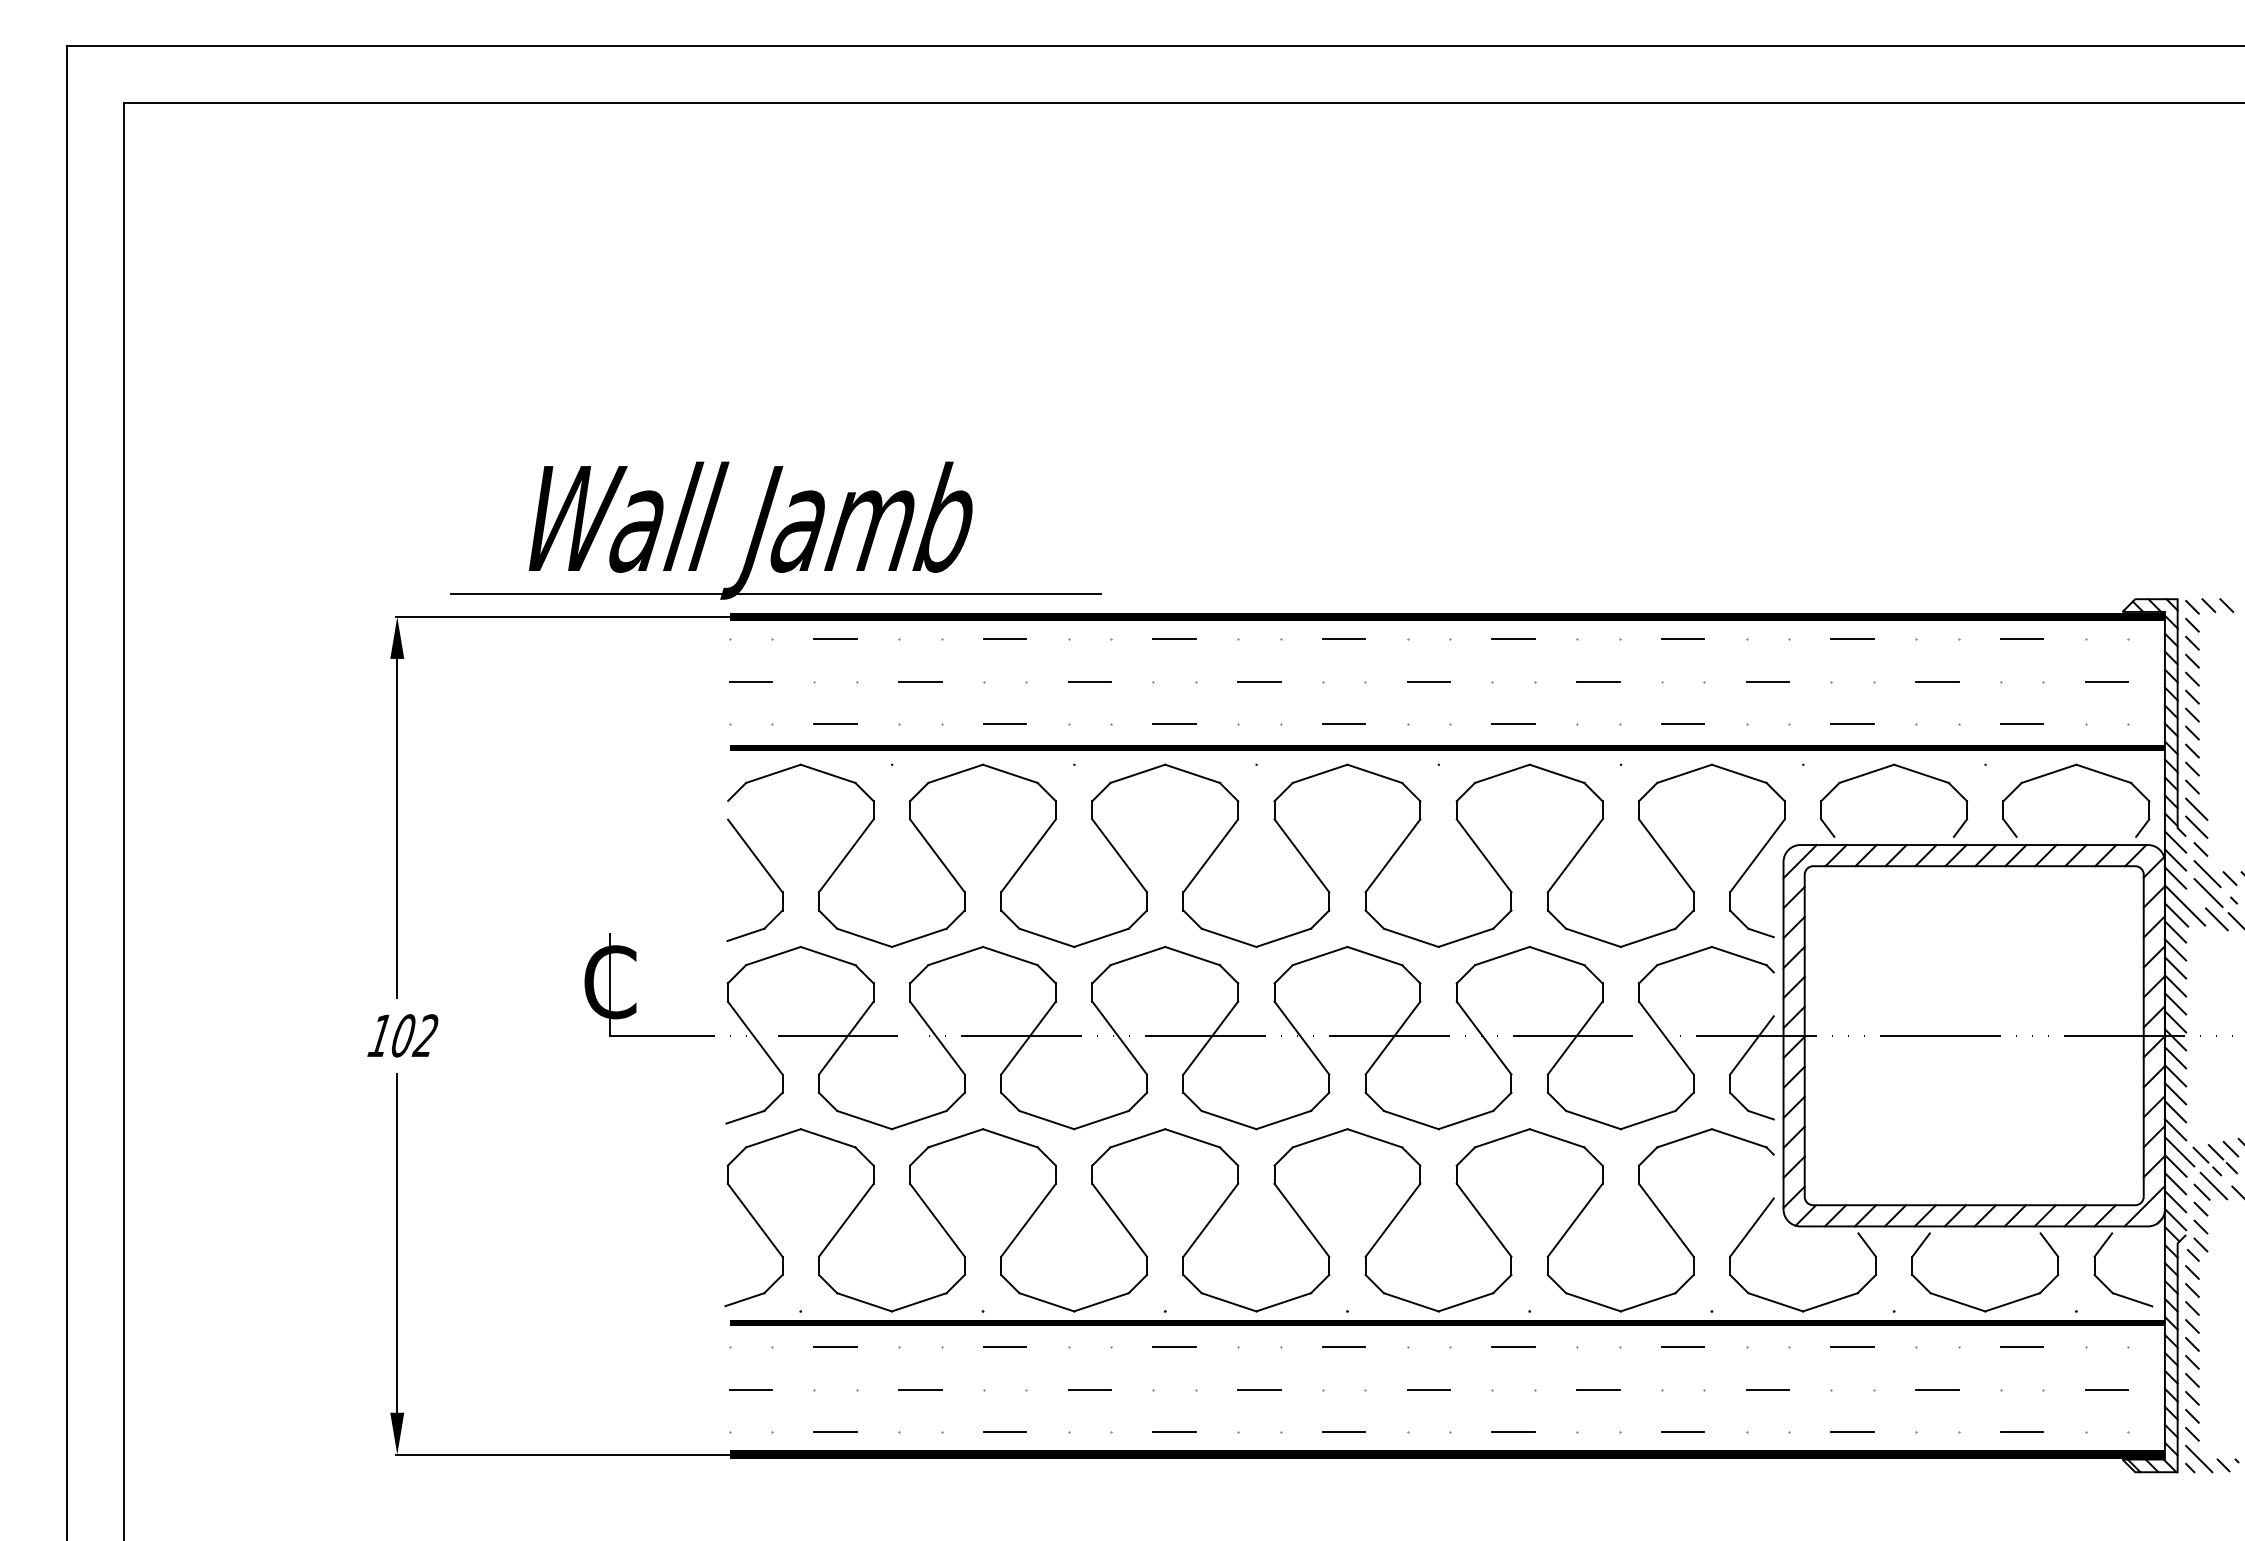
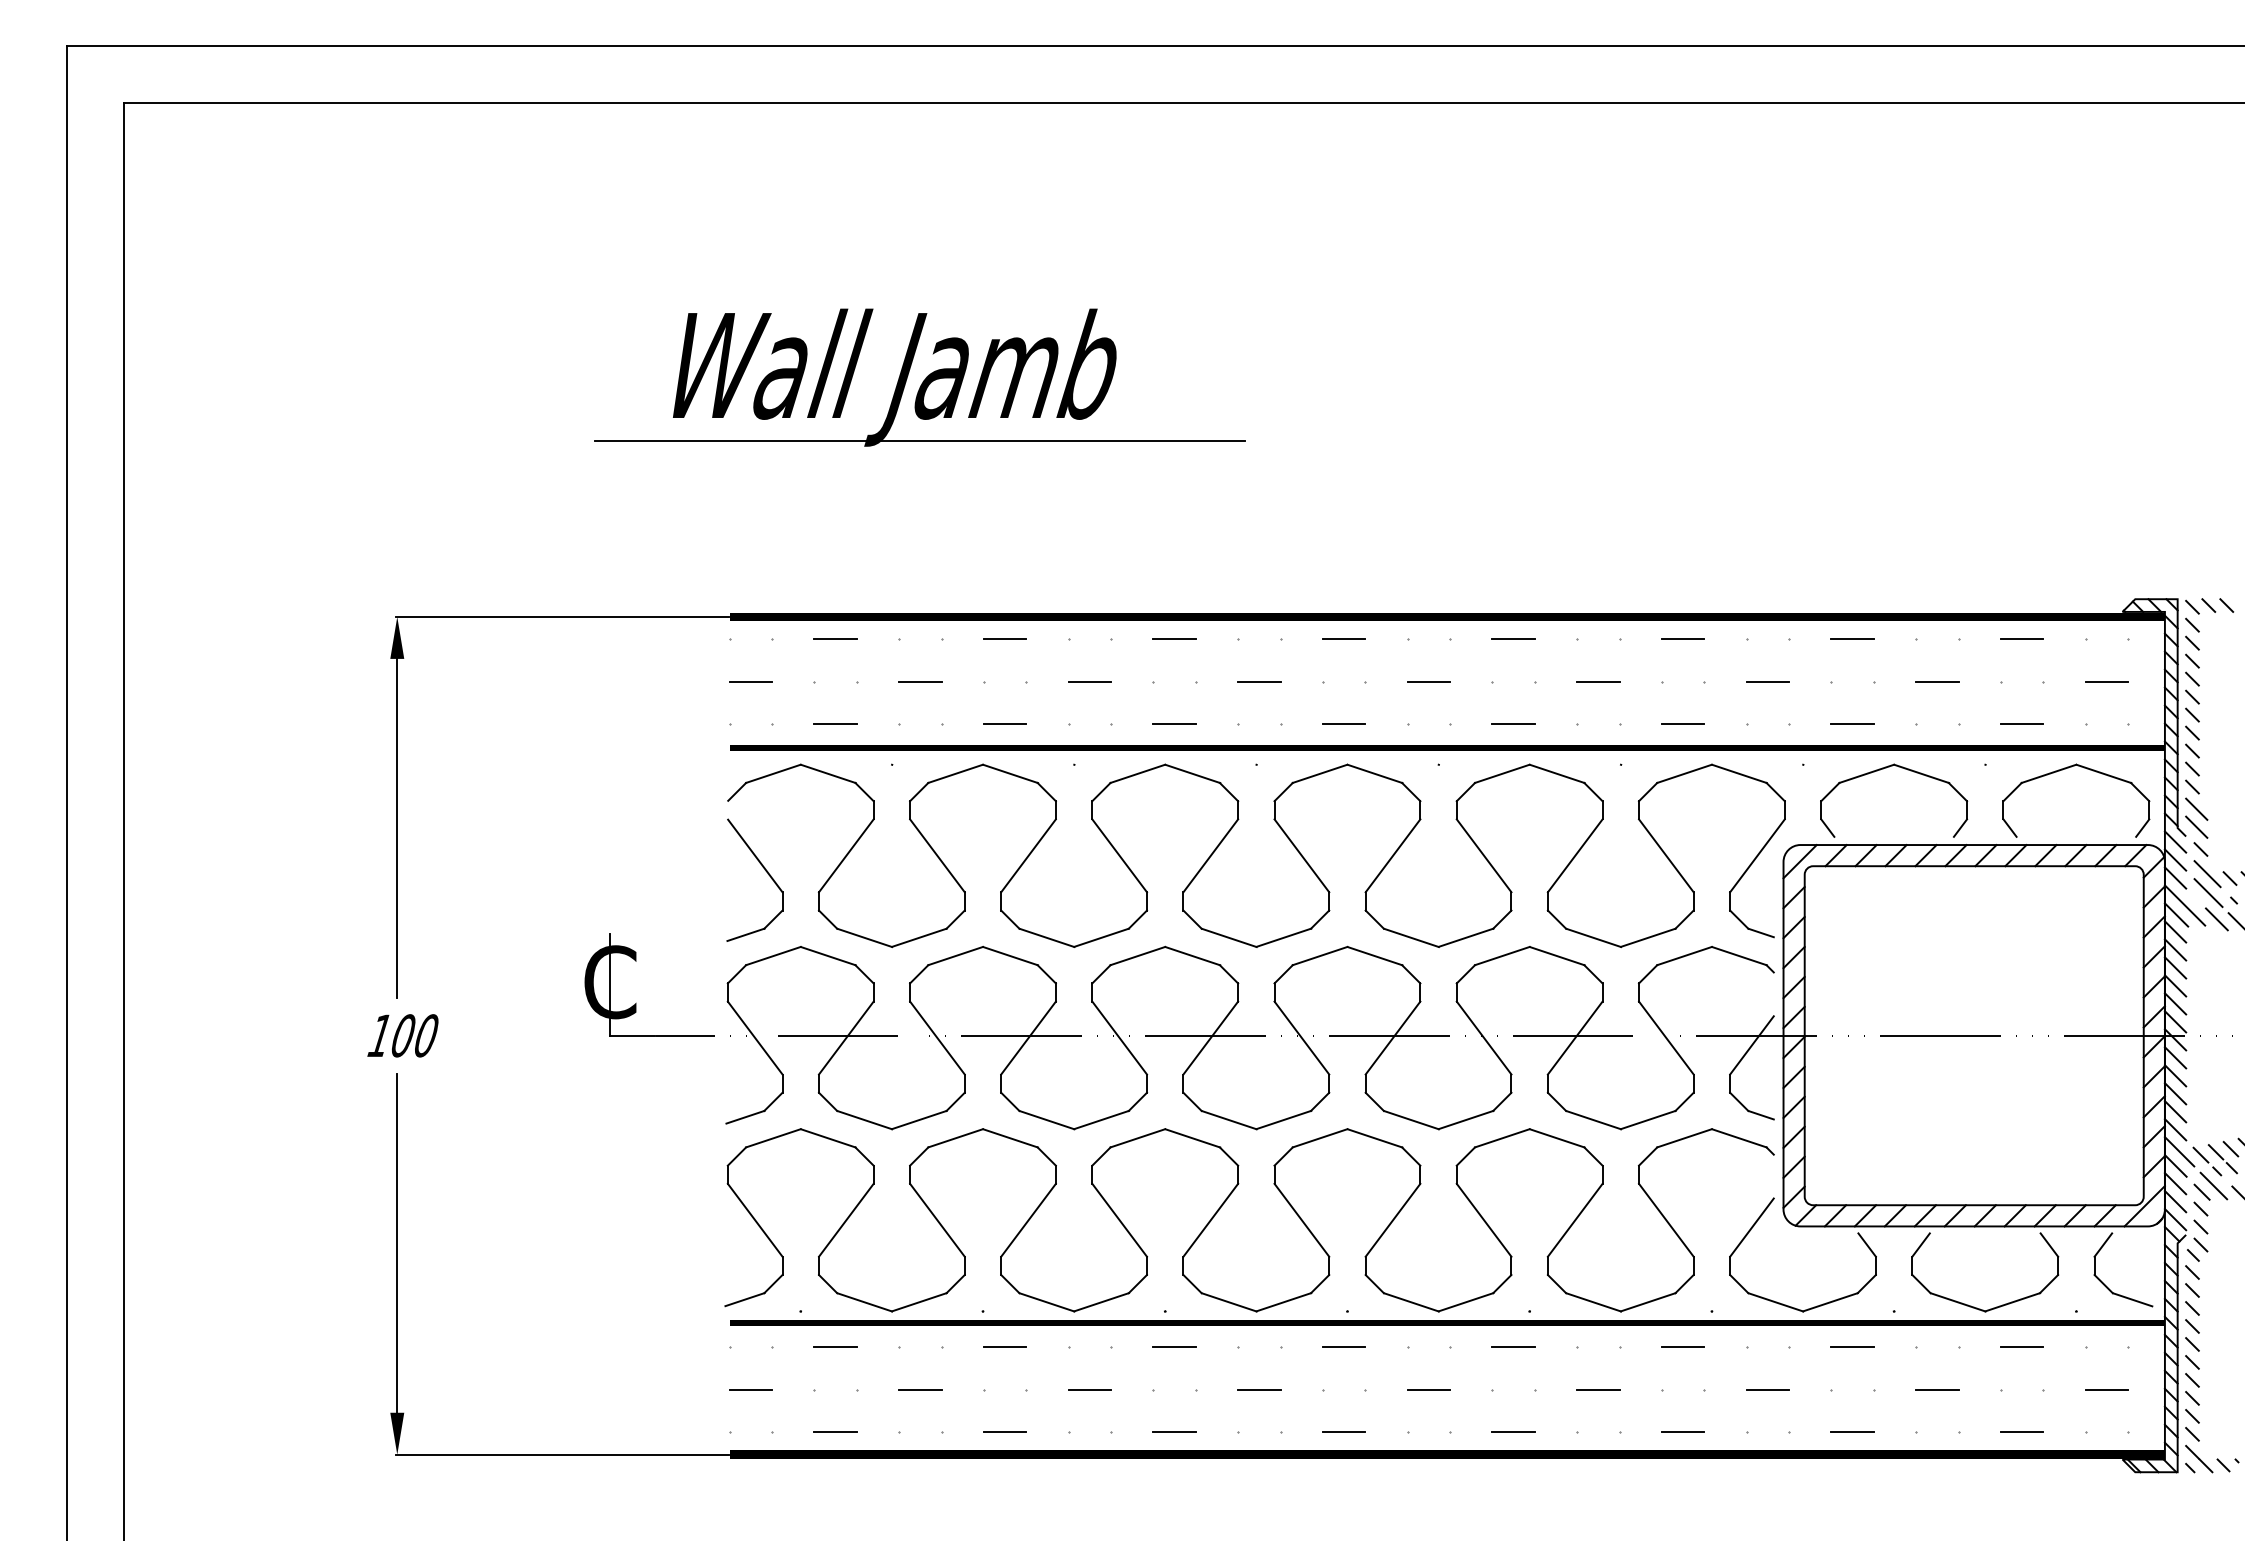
part at (775, 530) position: (775, 530) -> (919, 377)
text at (424, 1035): 102 -> 100
